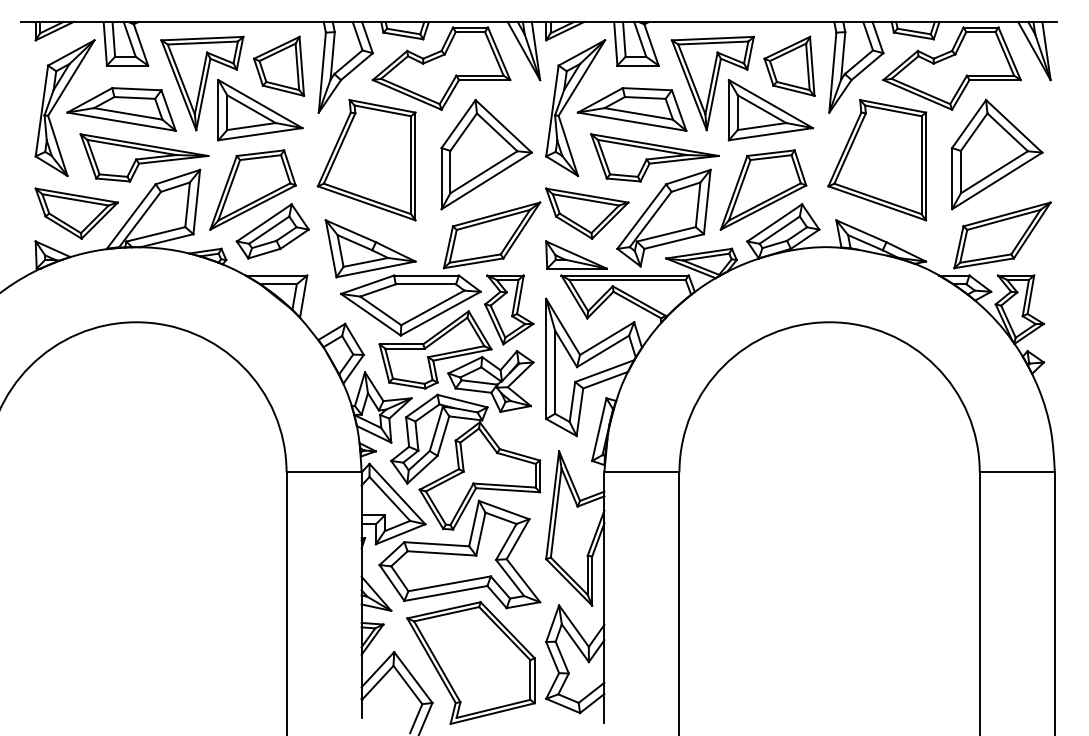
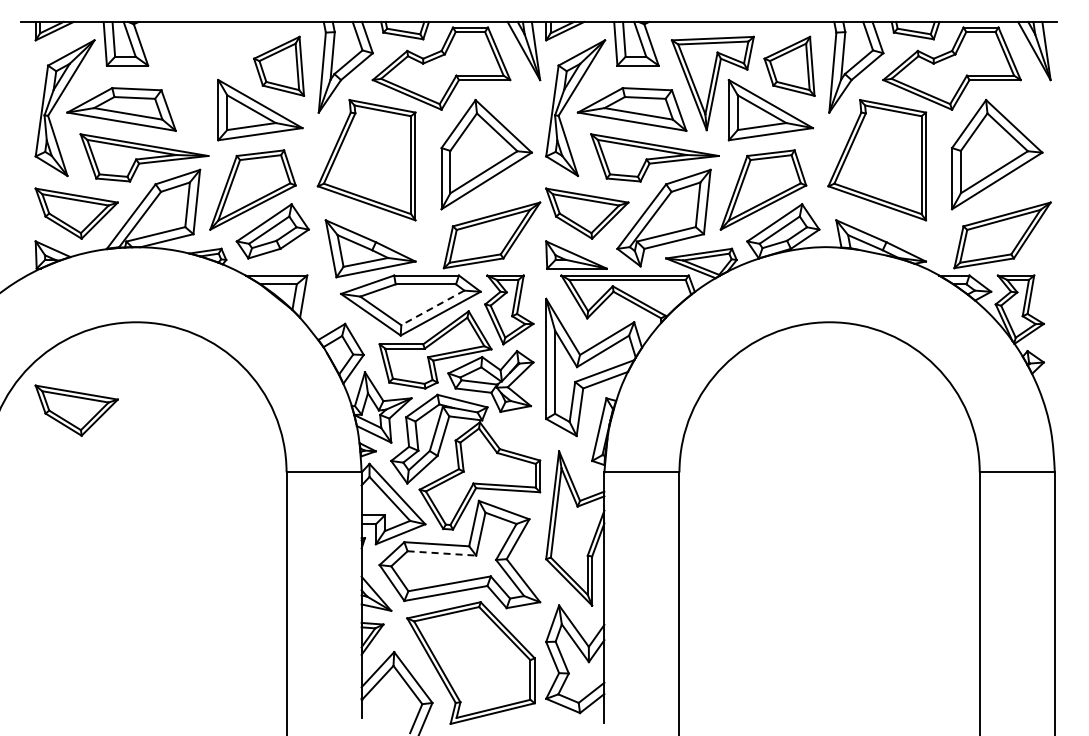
part at (202, 83): present -> none
line at (432, 307): solid -> dashed
part at (76, 410): none -> present
line at (442, 553): solid -> dashed
